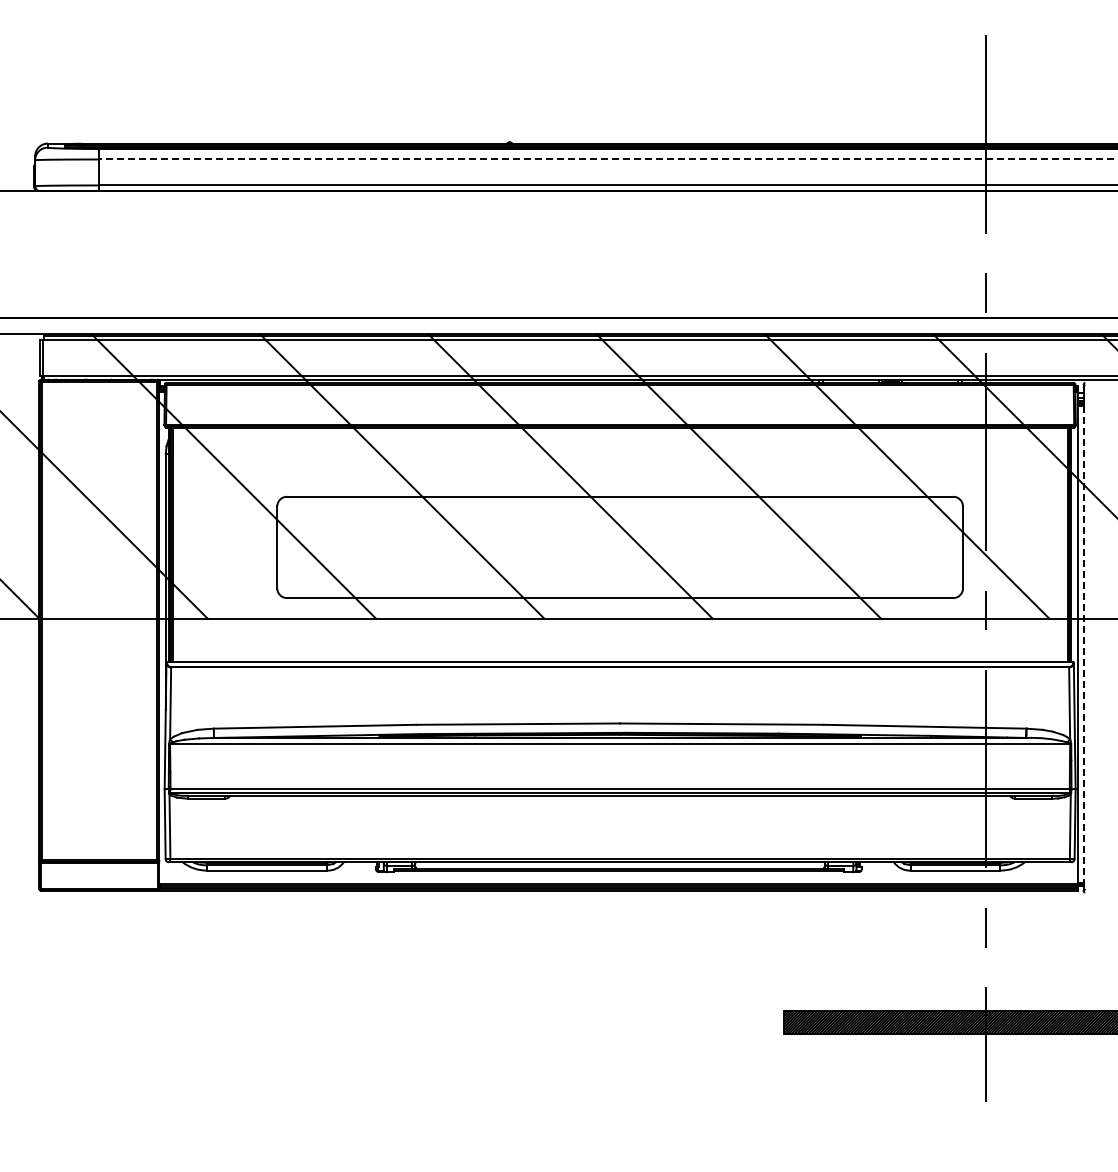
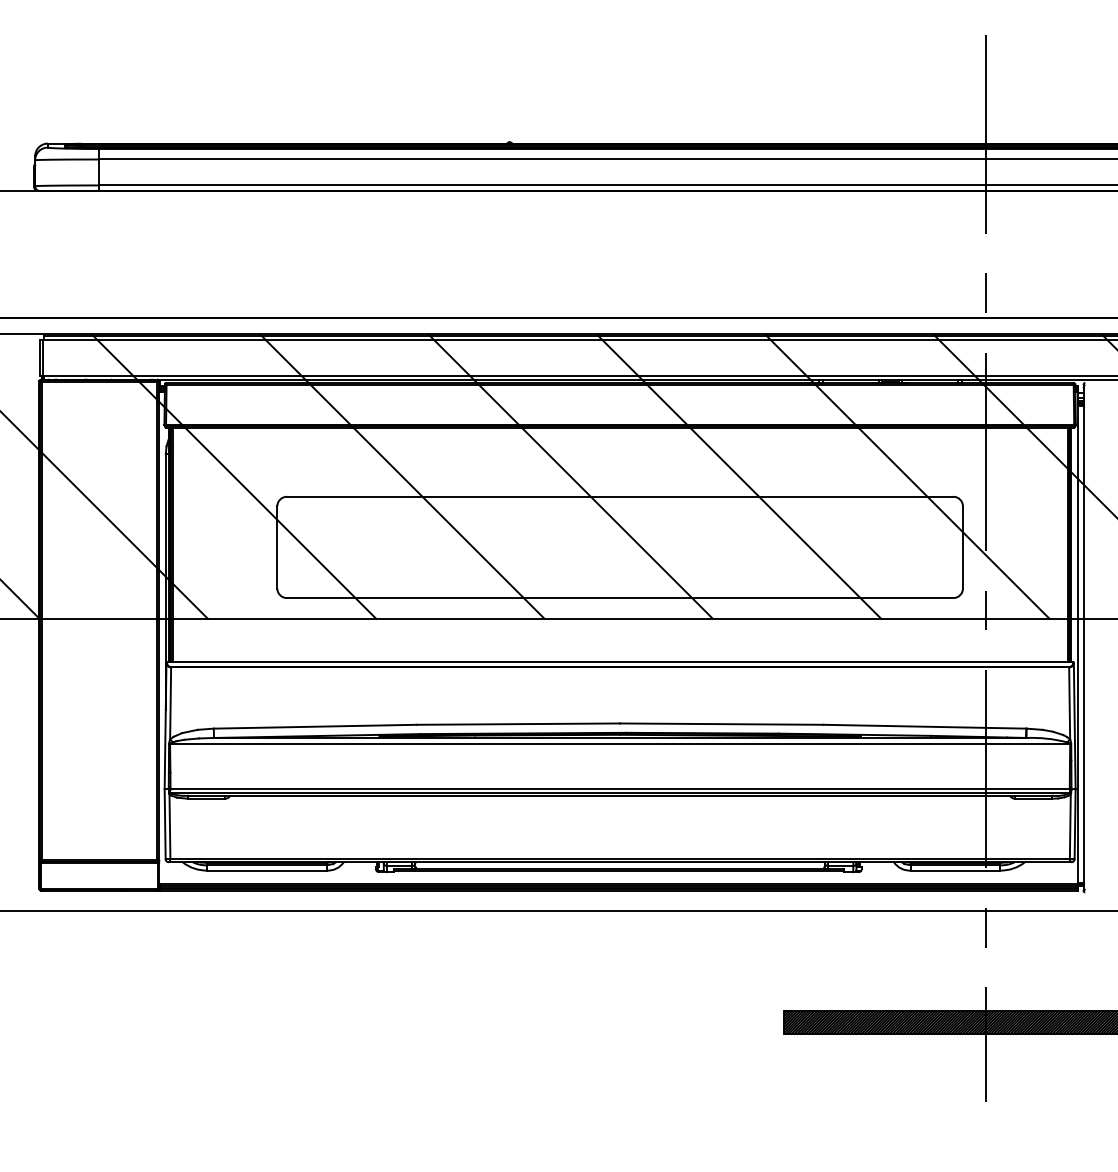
line at (607, 159): dashed -> solid
line at (1083, 644): dashed -> solid
line at (558, 911): none -> present
